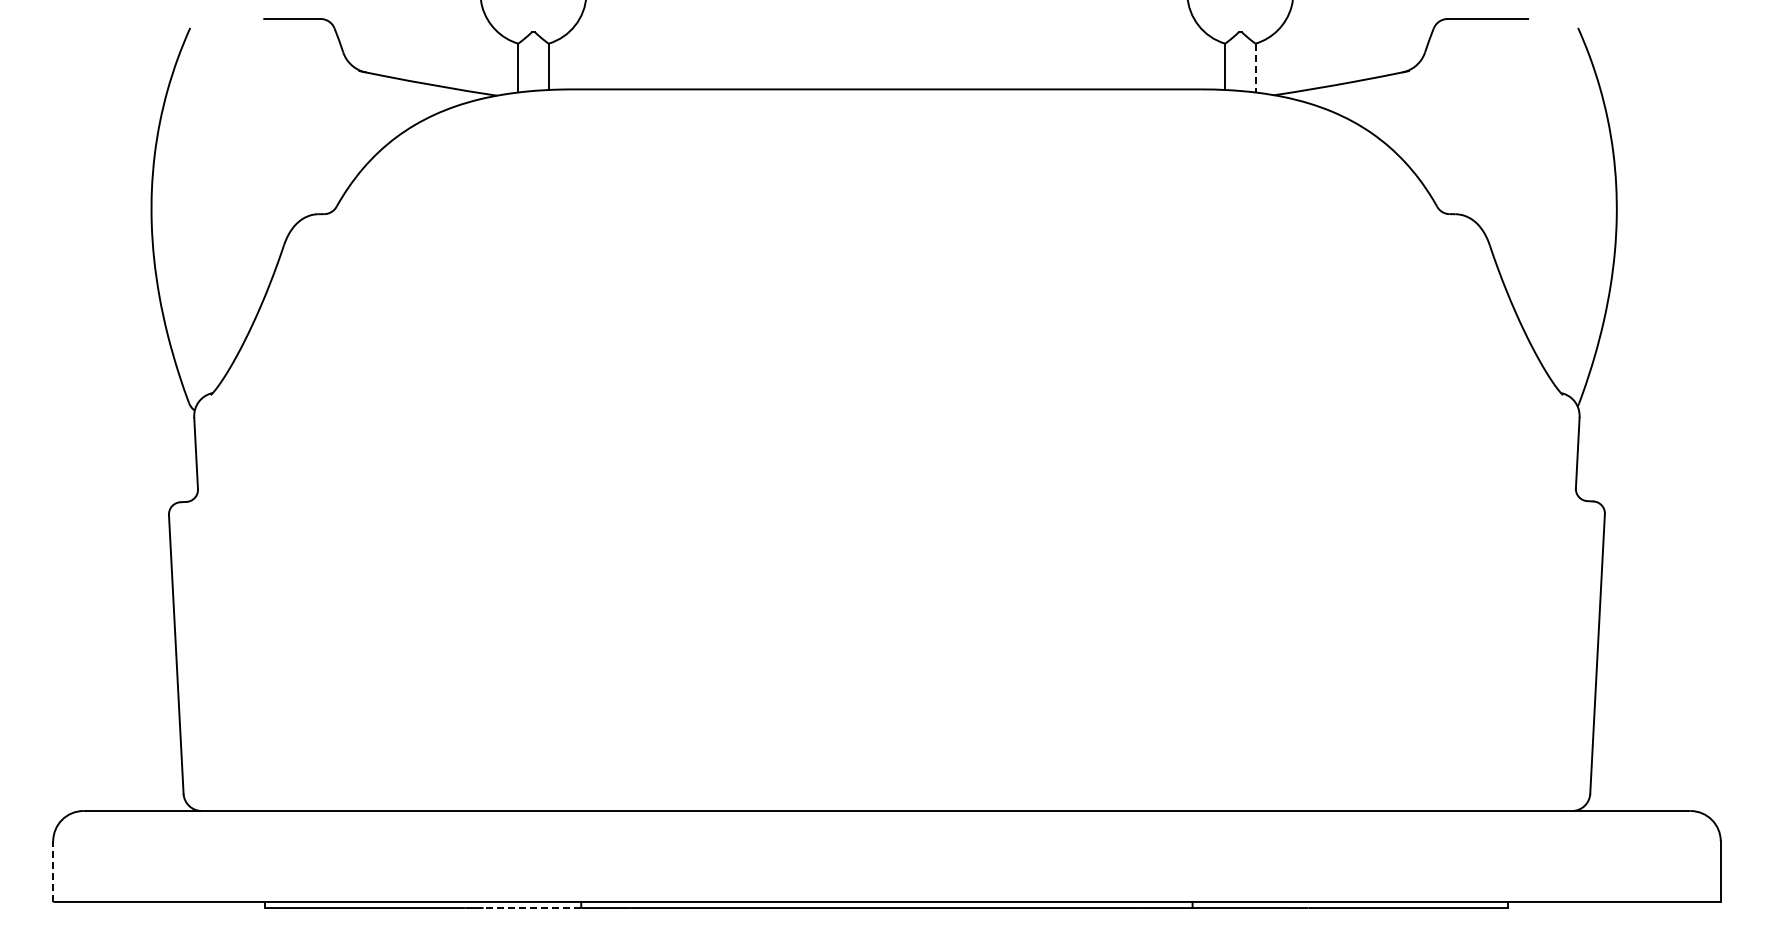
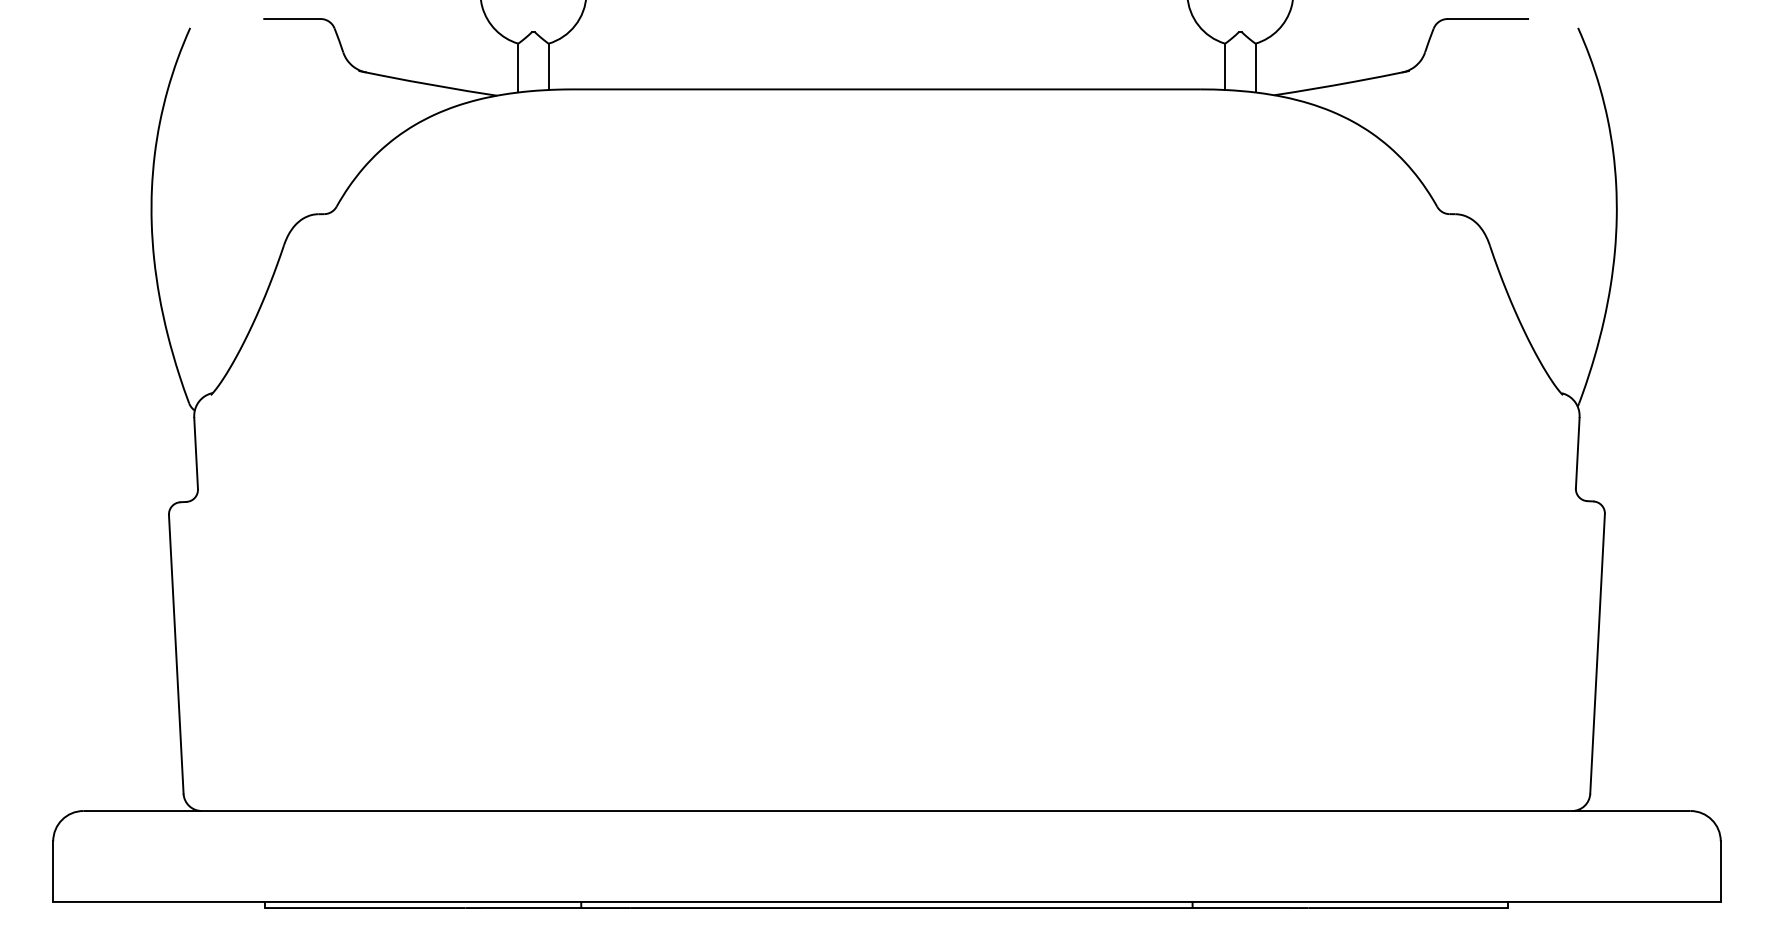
line at (1255, 68): dashed -> solid
line at (53, 871): dashed -> solid
line at (532, 908): dashed -> solid
